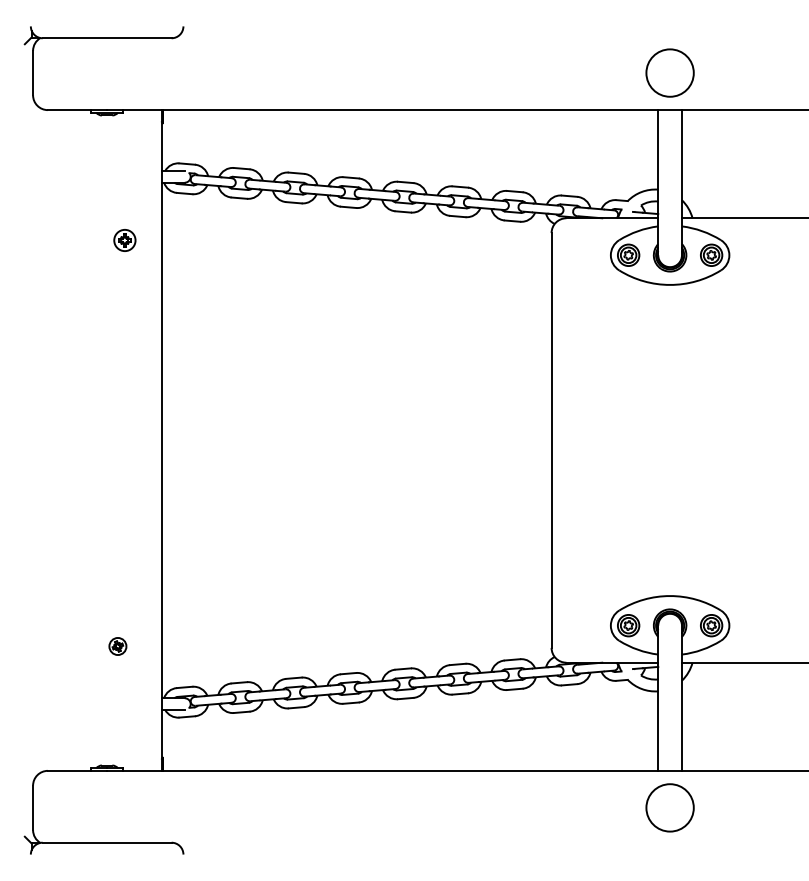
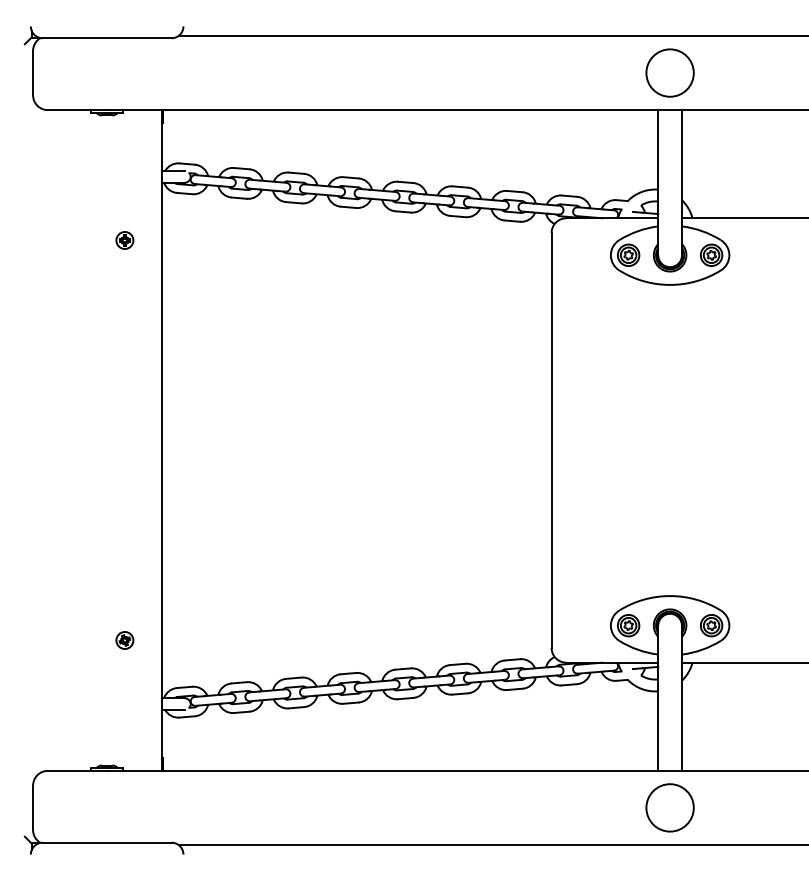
line at (491, 36): none -> present
part at (124, 240) size: 24x23 px -> 20x19 px
part at (117, 646) position: (117, 646) -> (124, 640)
line at (491, 844): none -> present
